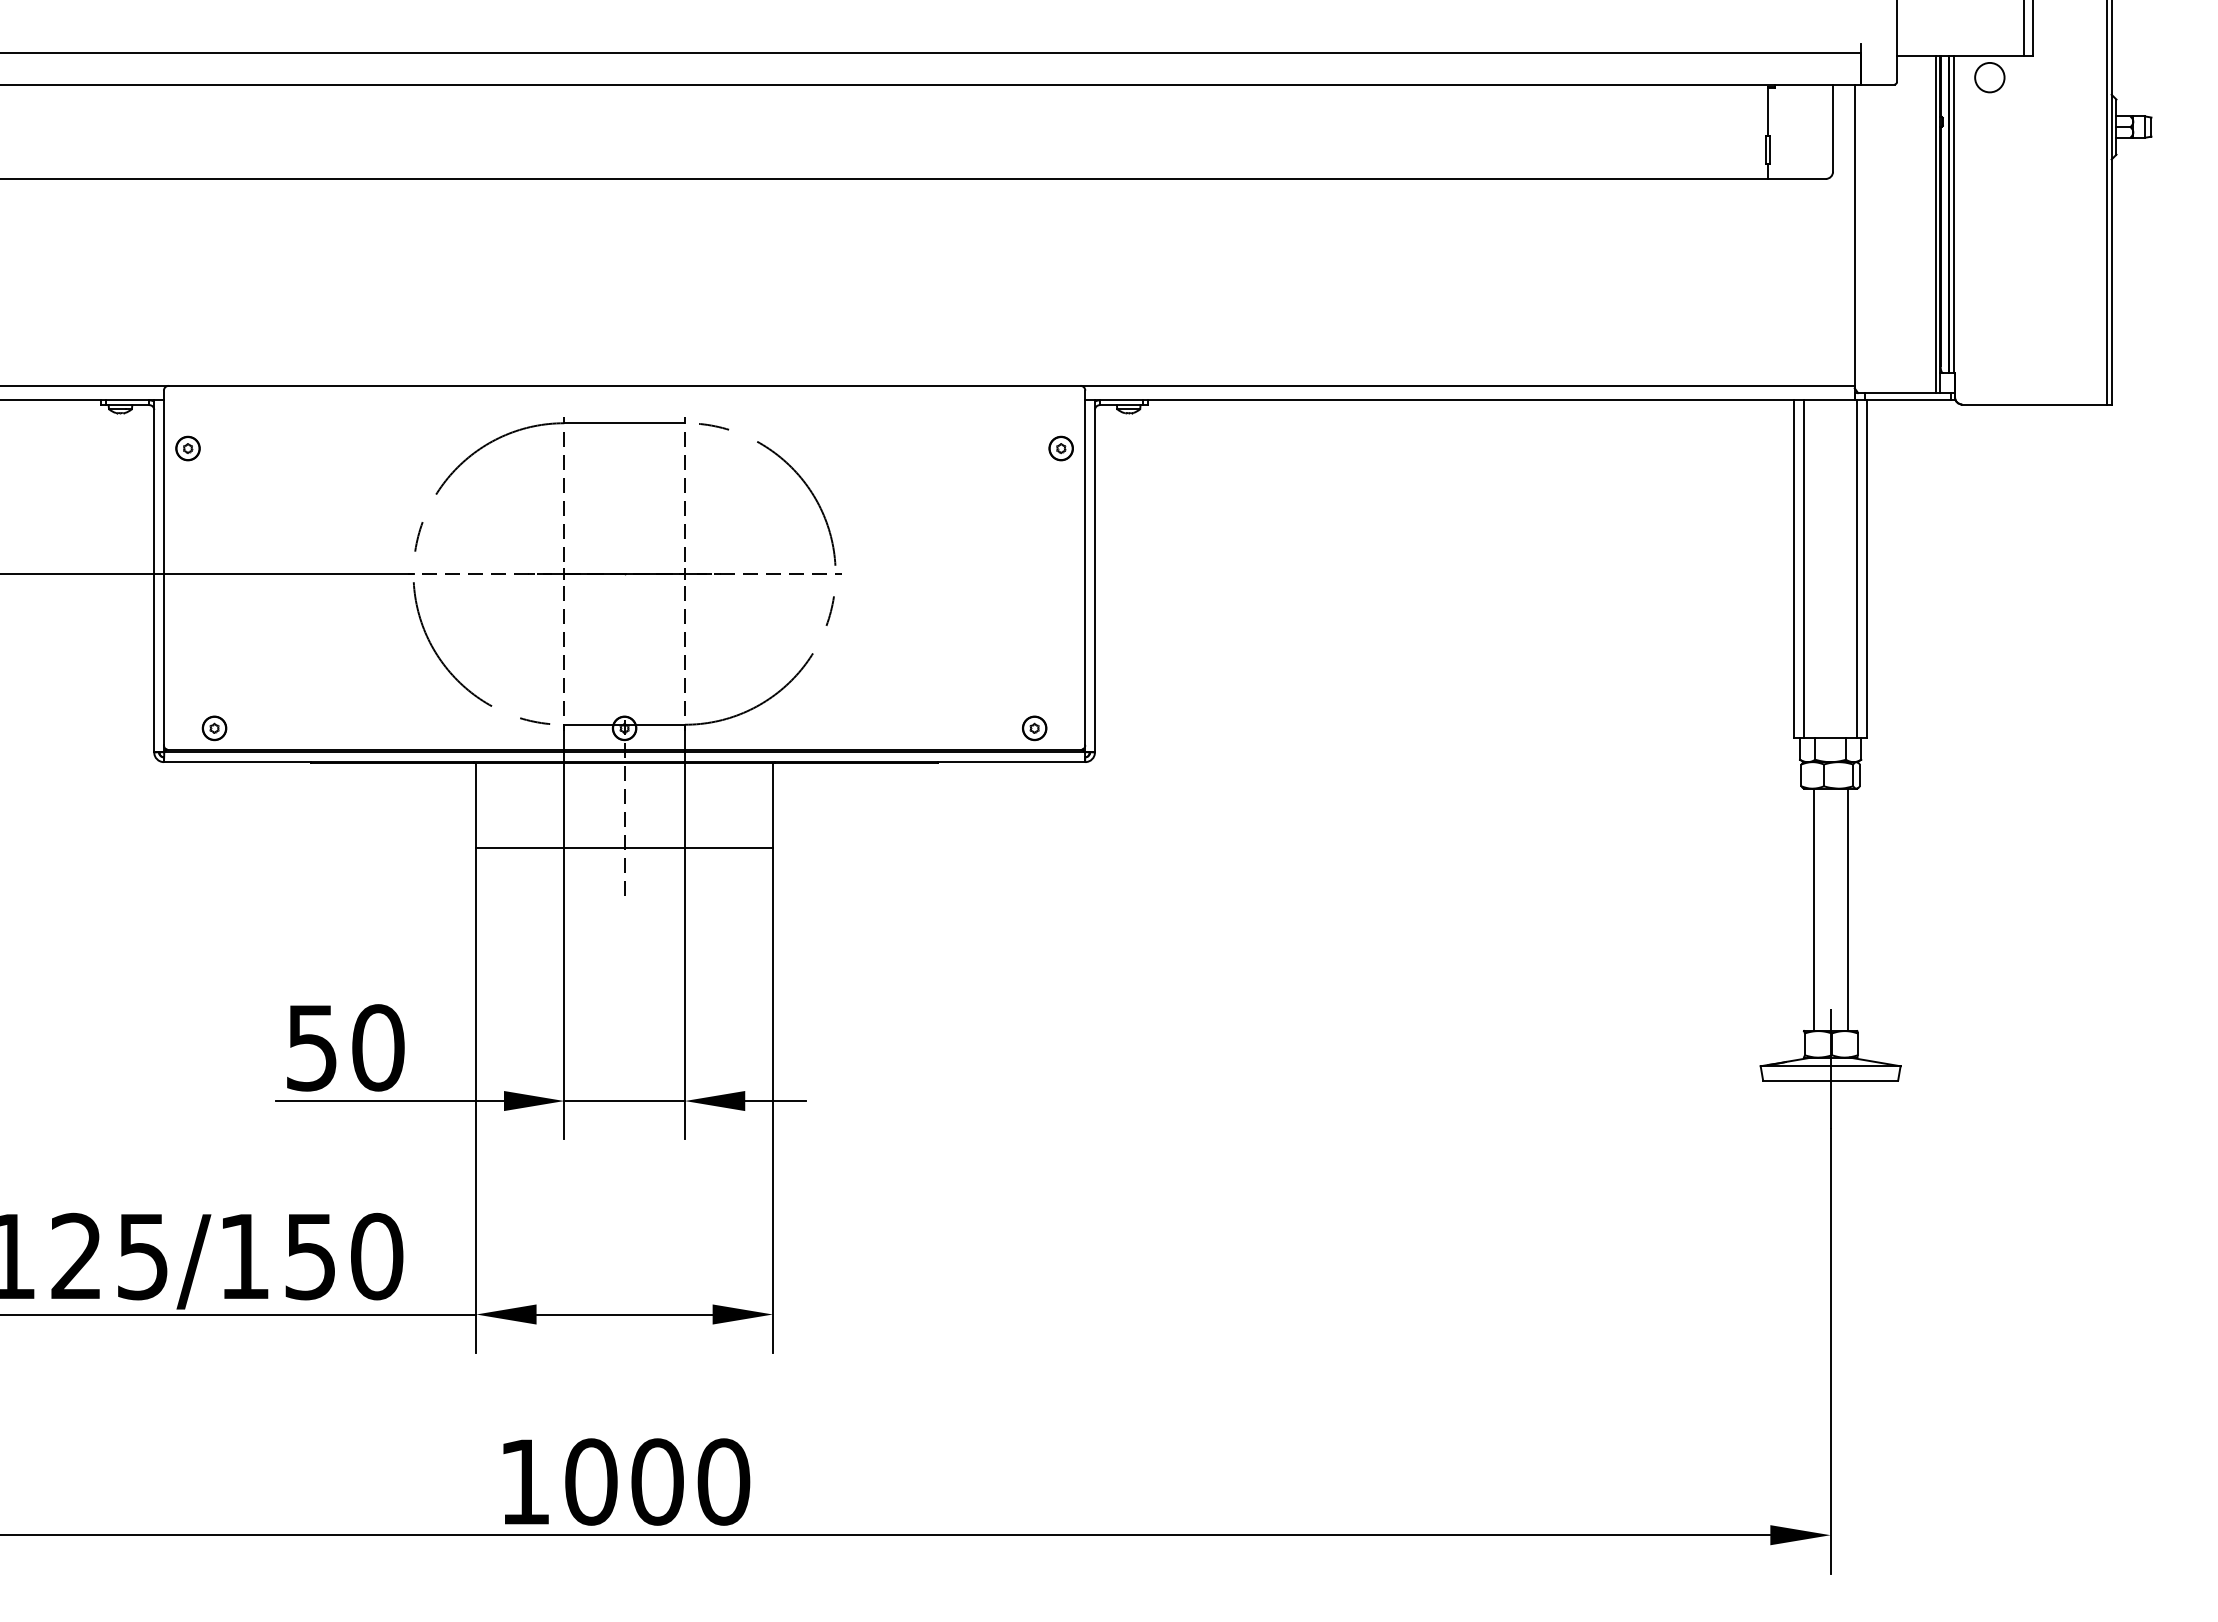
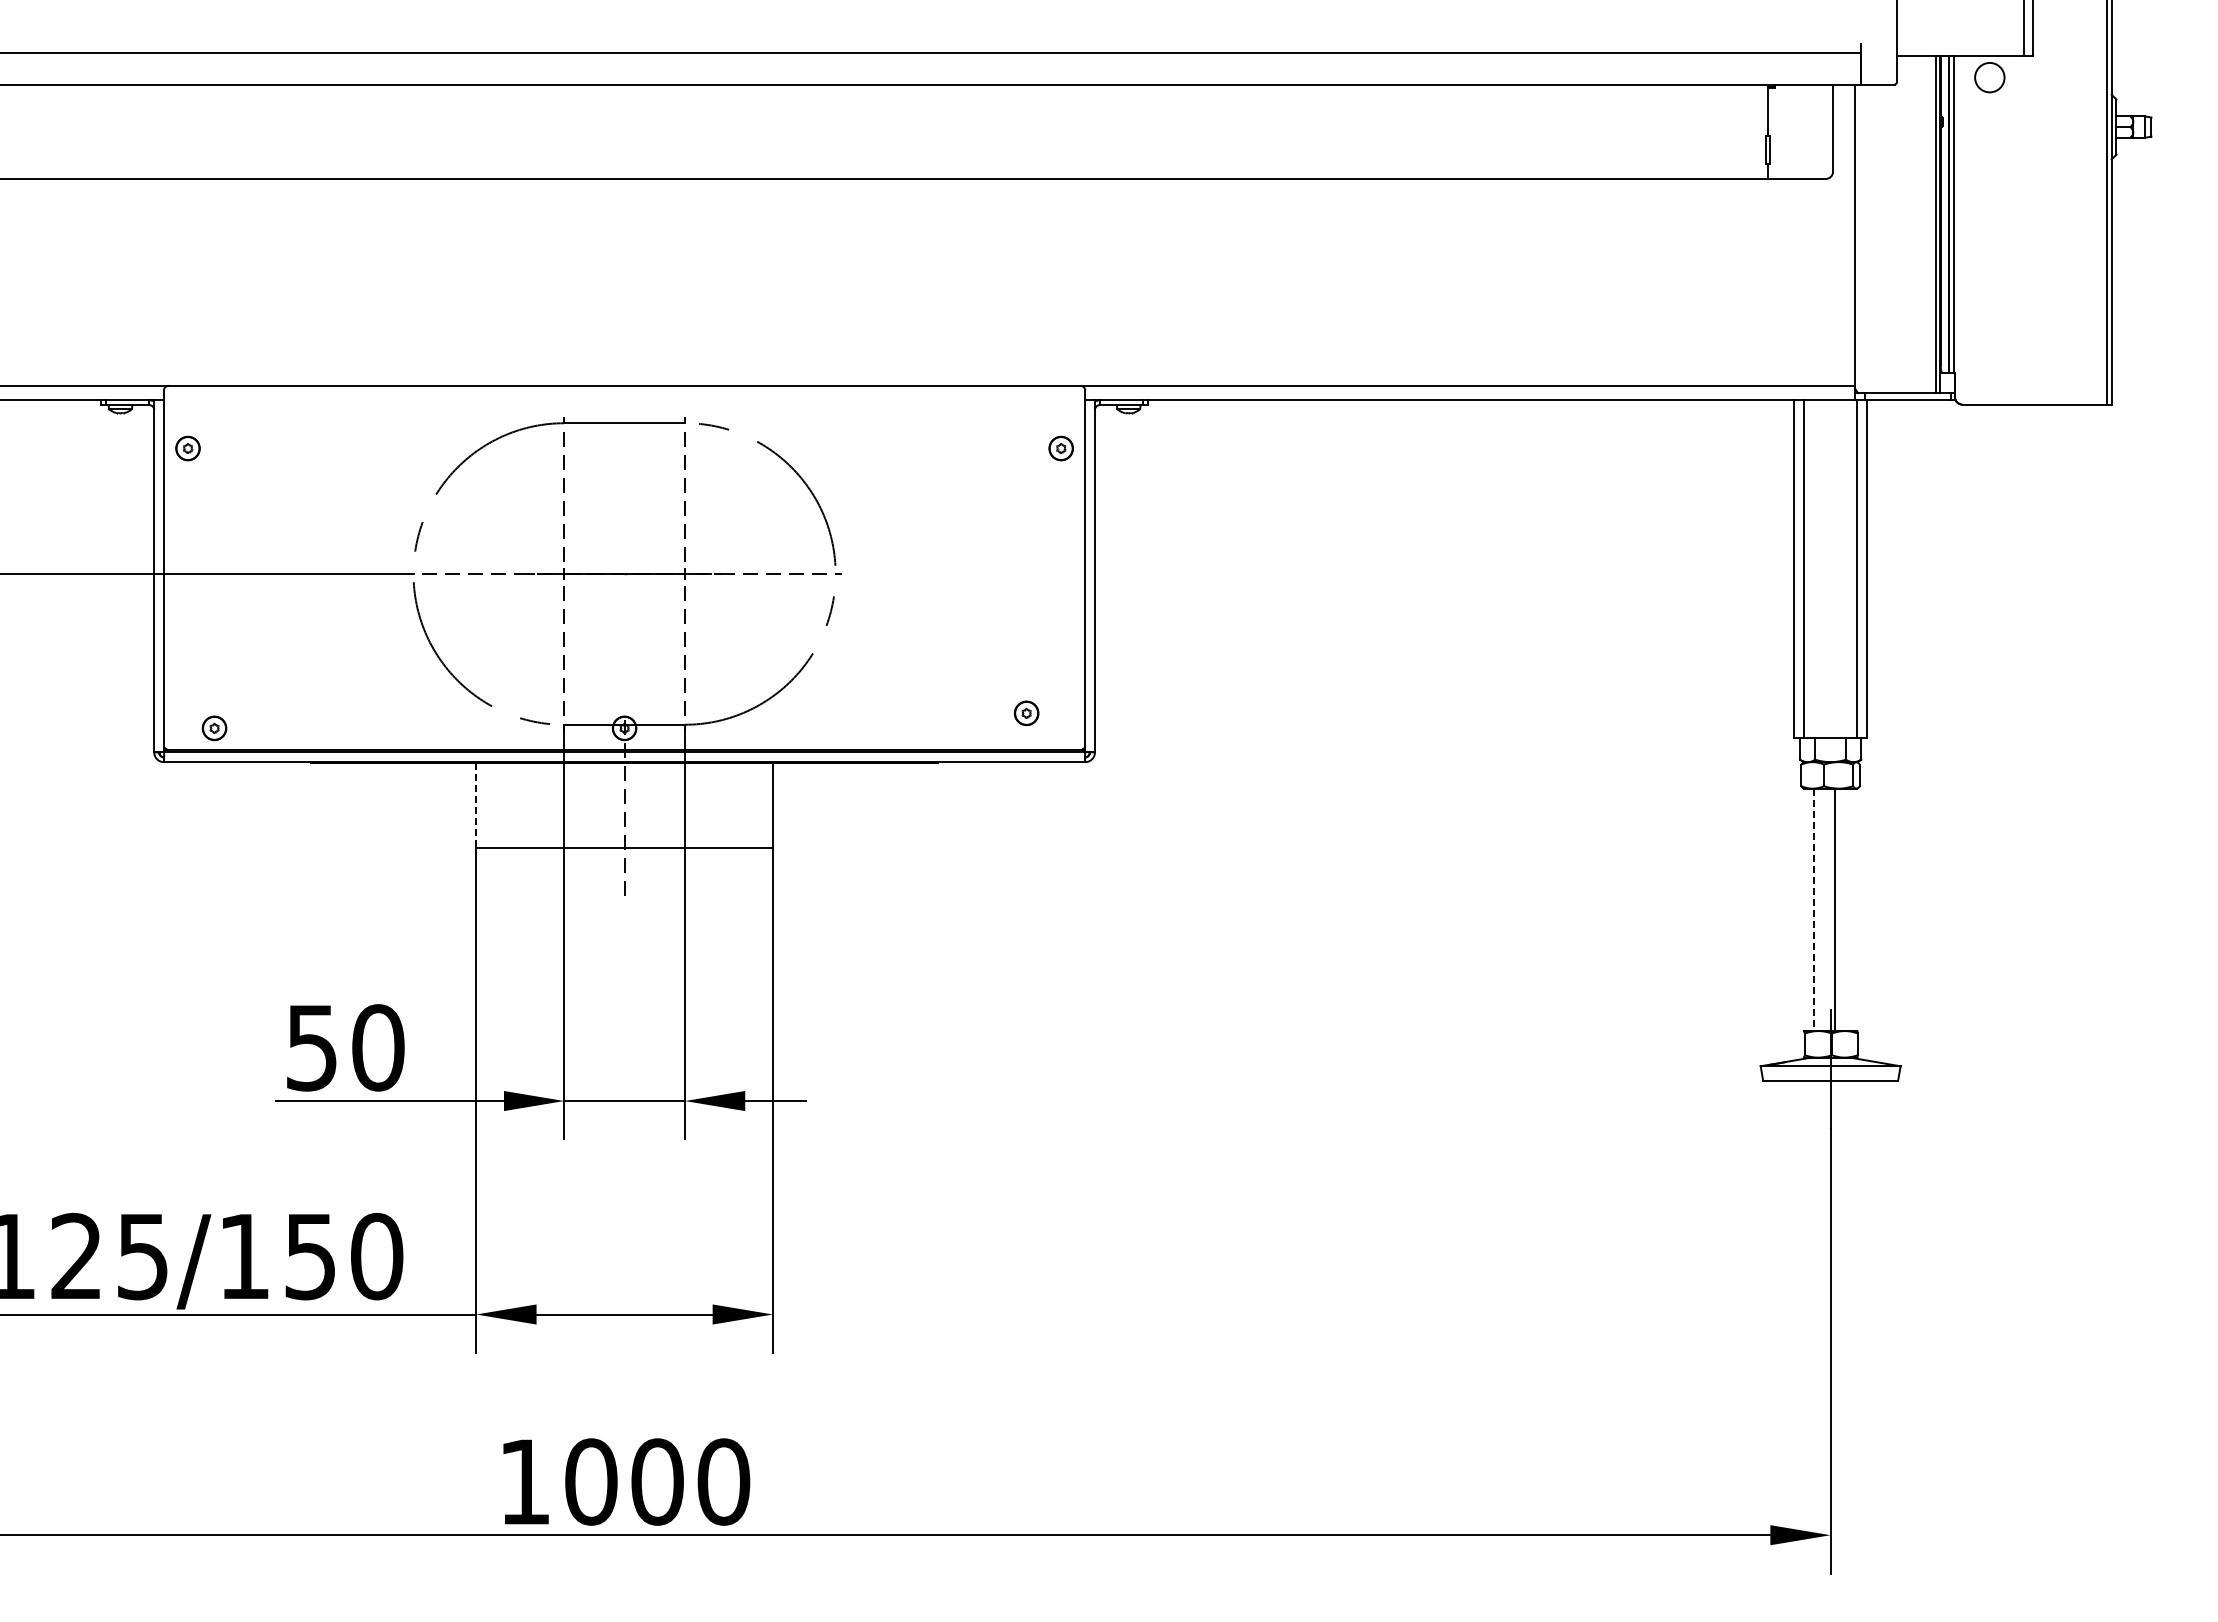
part at (1034, 728) position: (1034, 728) -> (1026, 713)
line at (476, 806): solid -> dashed
line at (1847, 909) position: (1847, 909) -> (1834, 909)
line at (1813, 910): solid -> dashed
